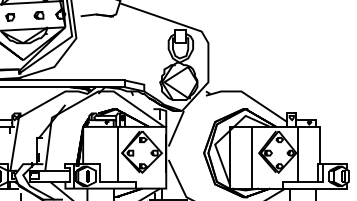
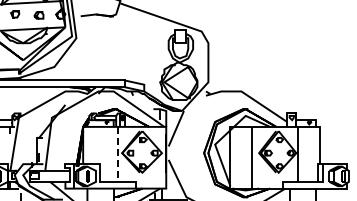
part at (10, 17) position: (10, 17) -> (15, 14)
line at (117, 154): solid -> dashed
